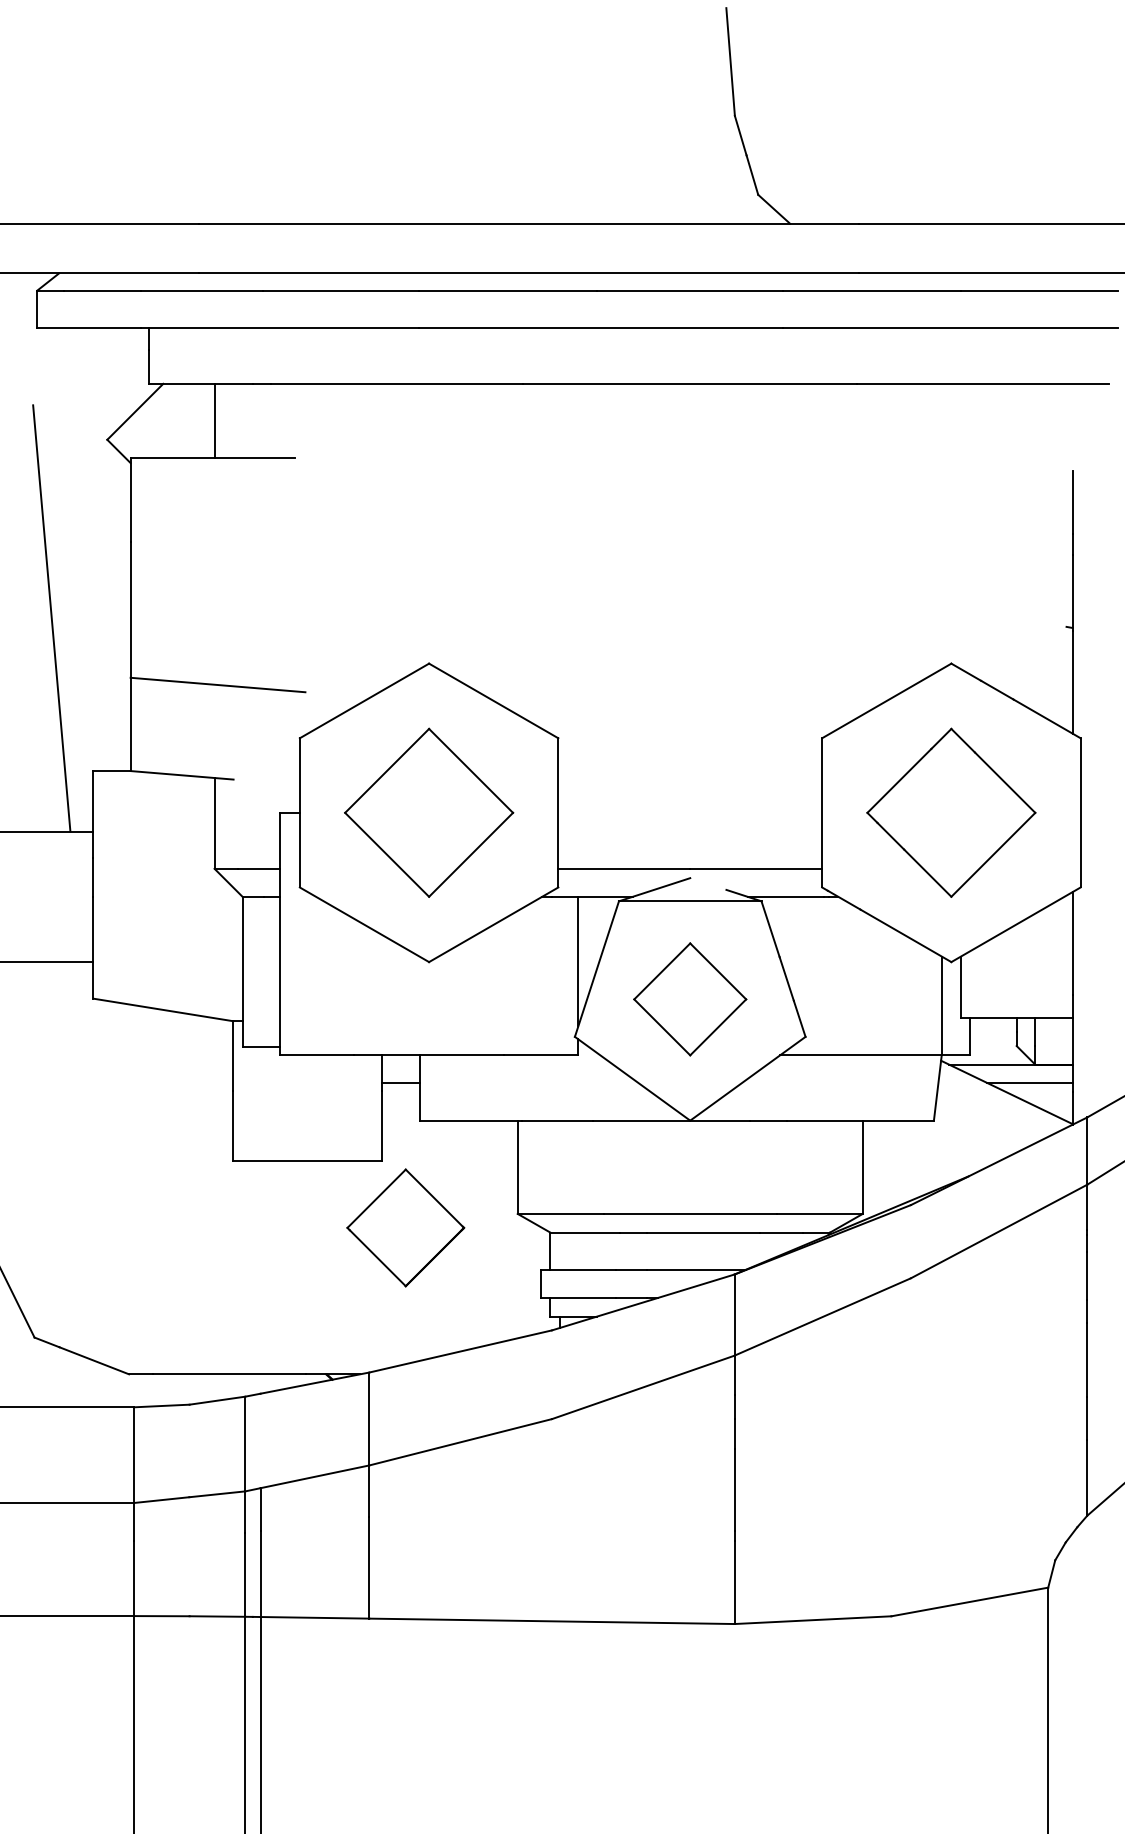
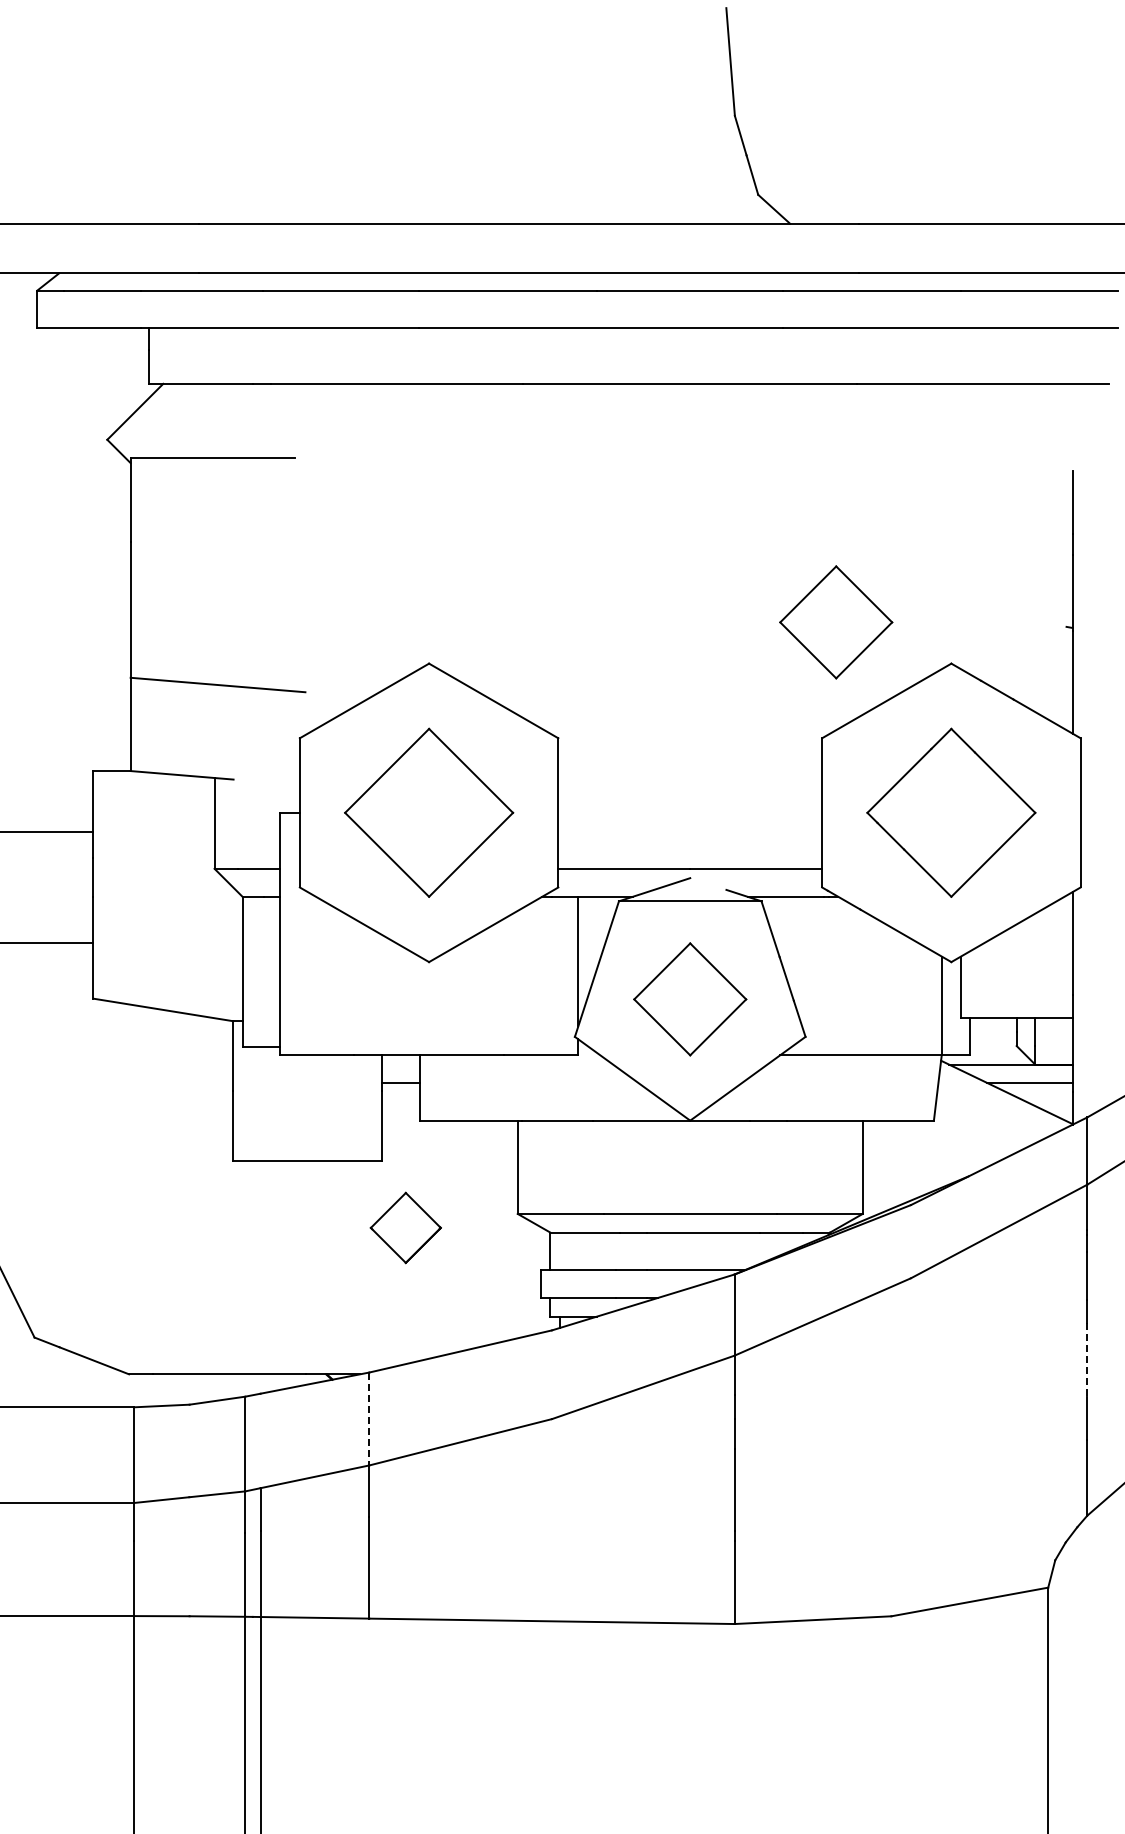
line at (214, 420): present -> none
line at (51, 618): present -> none
part at (836, 622): none -> present
line at (47, 962) position: (47, 962) -> (47, 943)
part at (405, 1227) size: 120x120 px -> 73x74 px
line at (1087, 1360): solid -> dashed
line at (369, 1419): solid -> dashed
